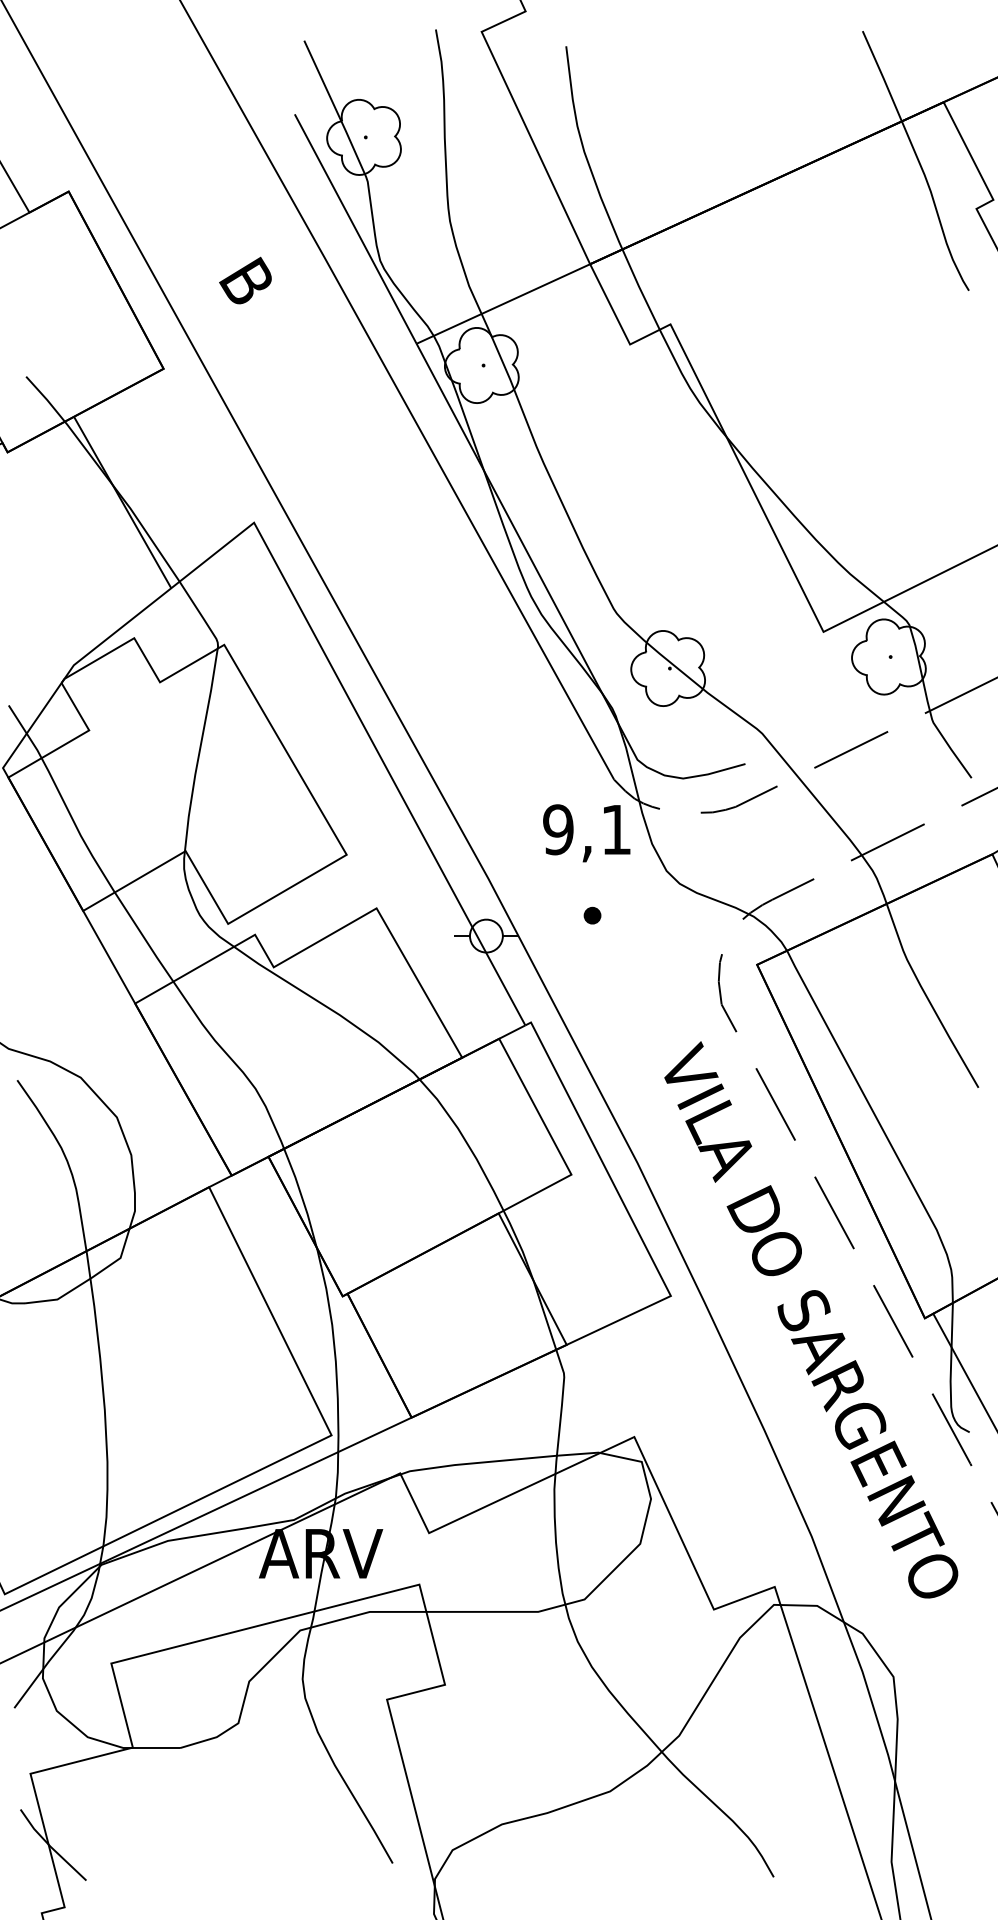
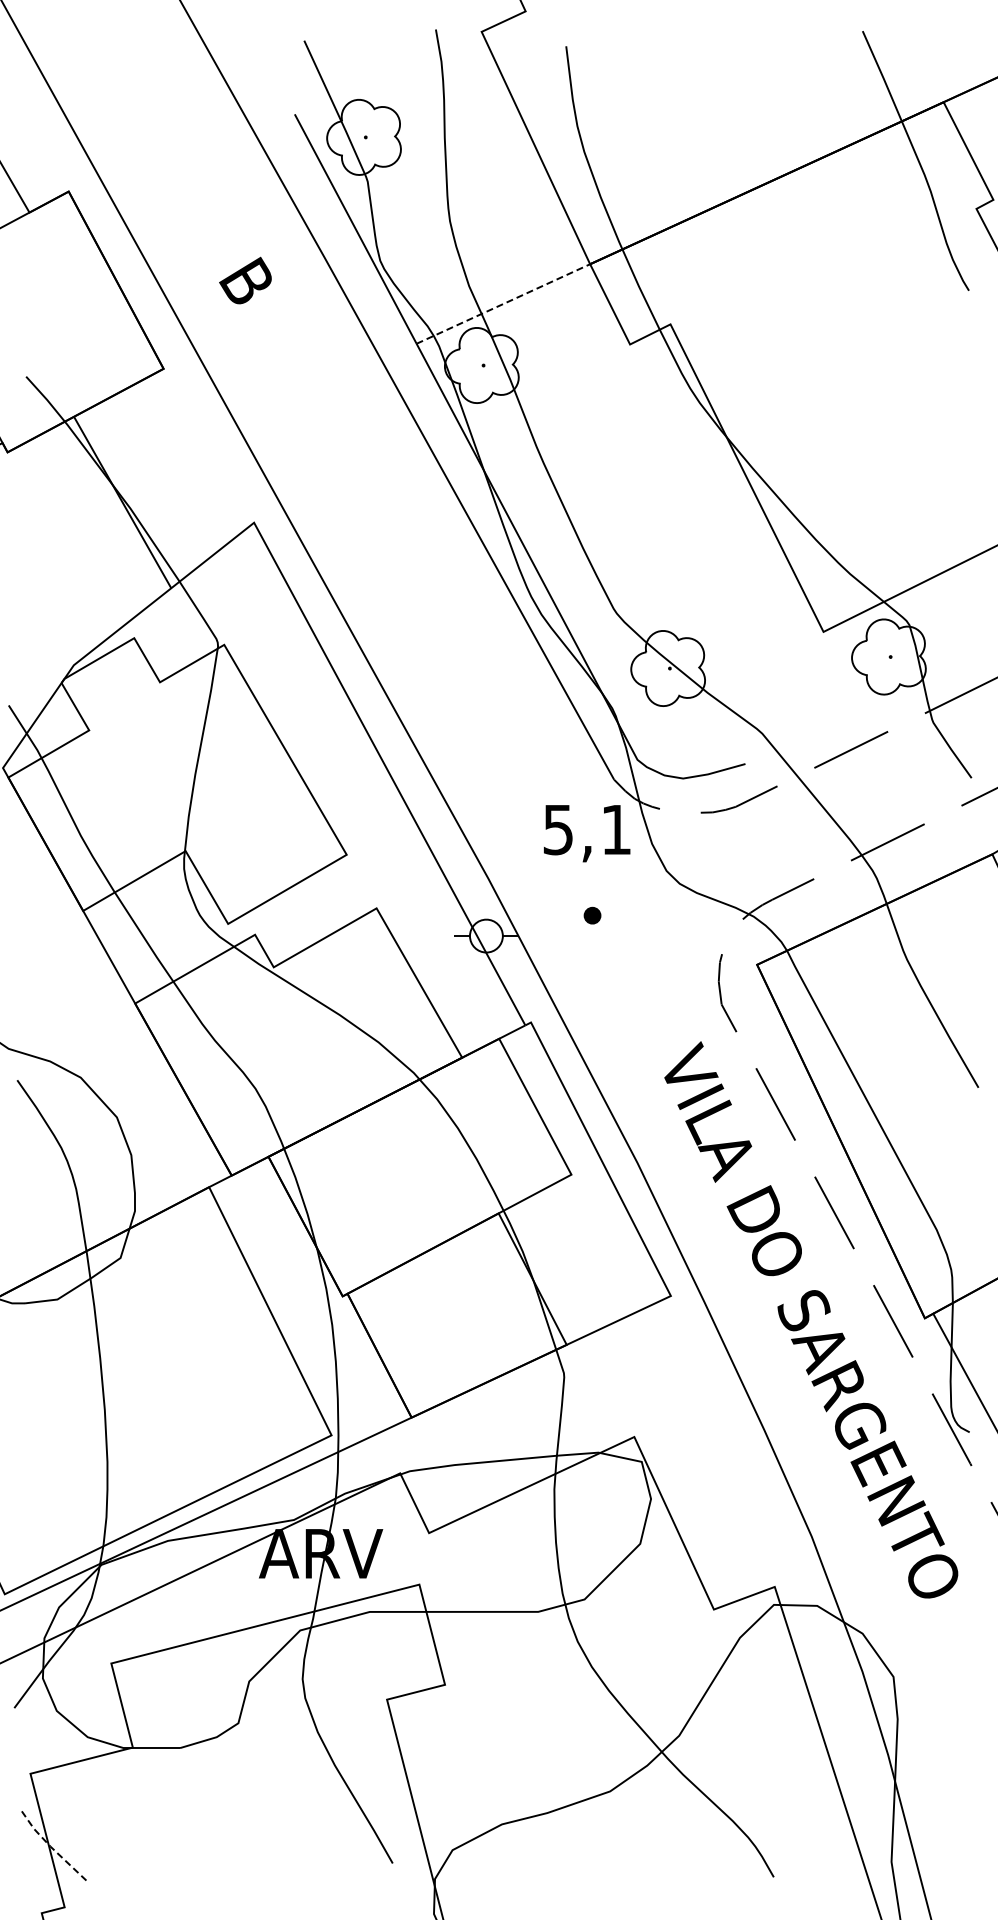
line at (503, 303): solid -> dashed
text at (558, 829): 9,1 -> 5,1
line at (50, 1846): solid -> dashed
